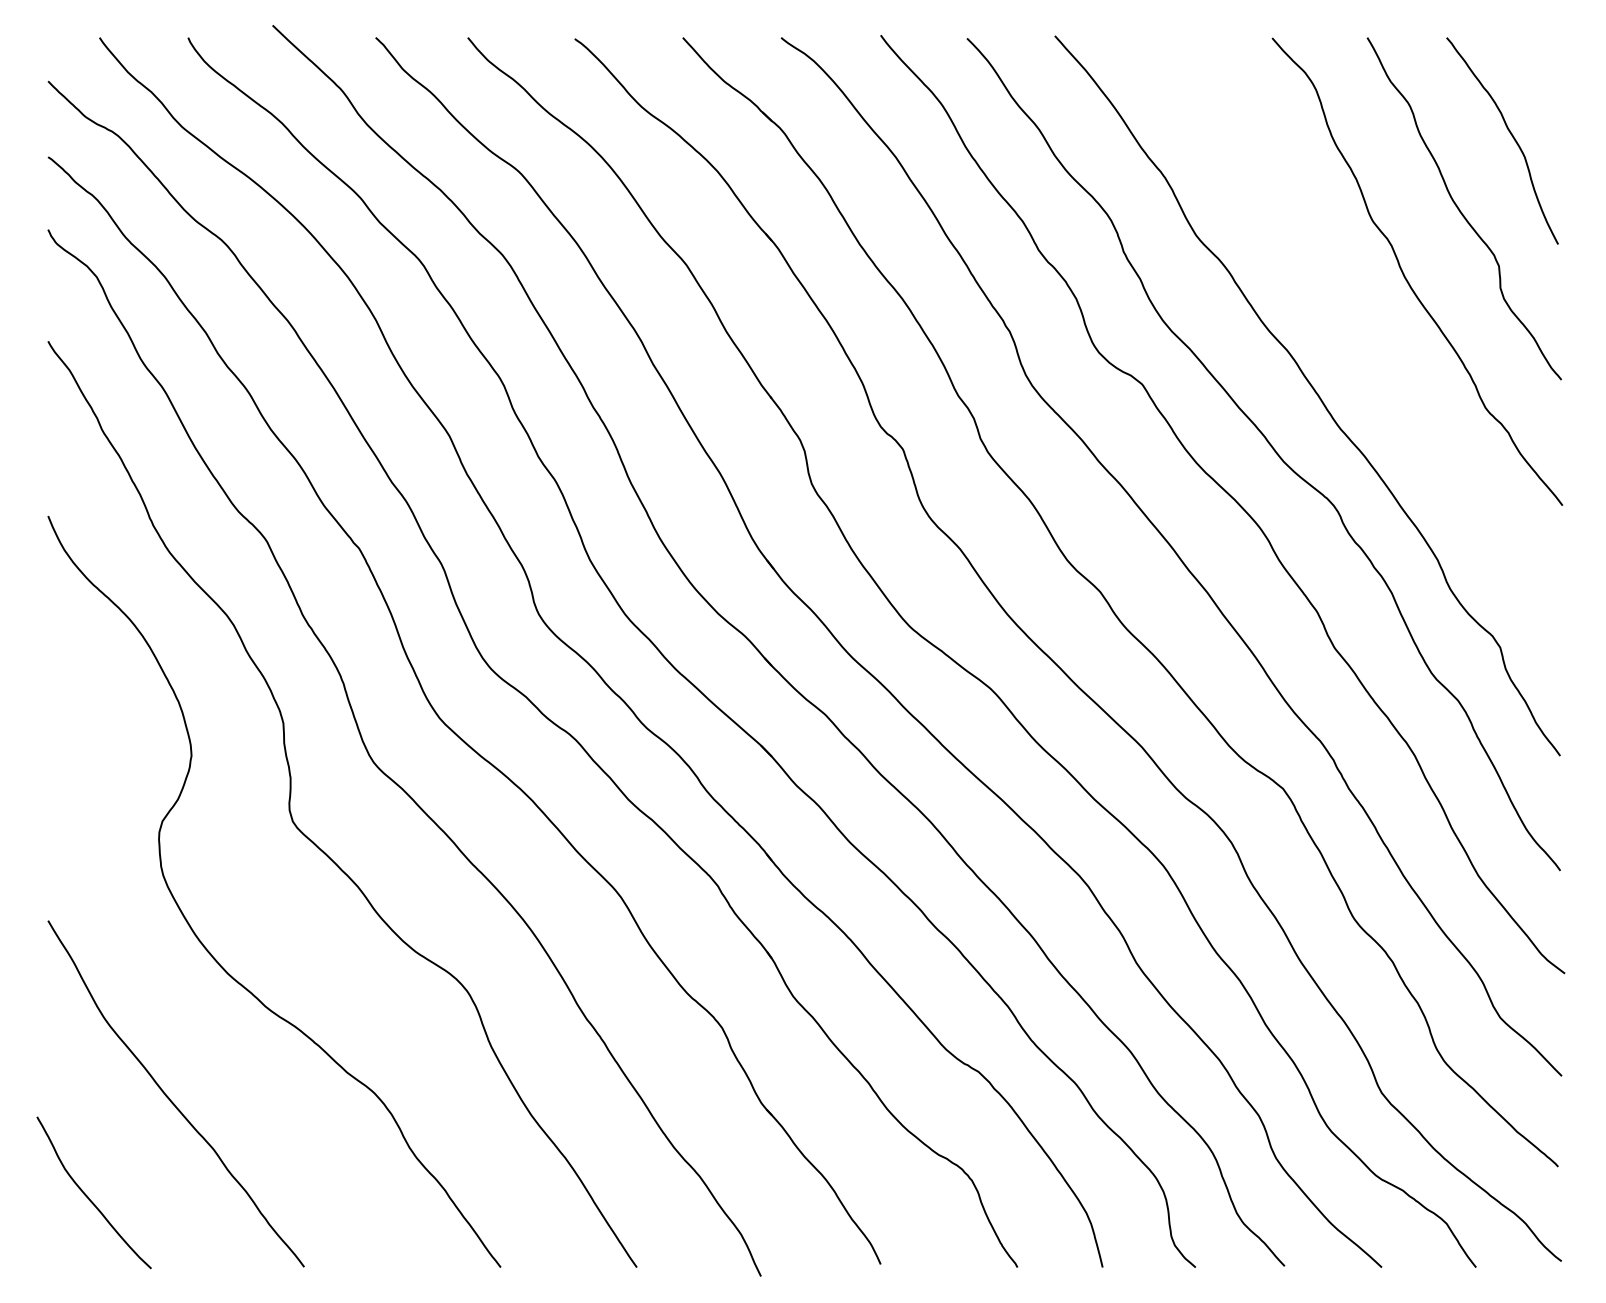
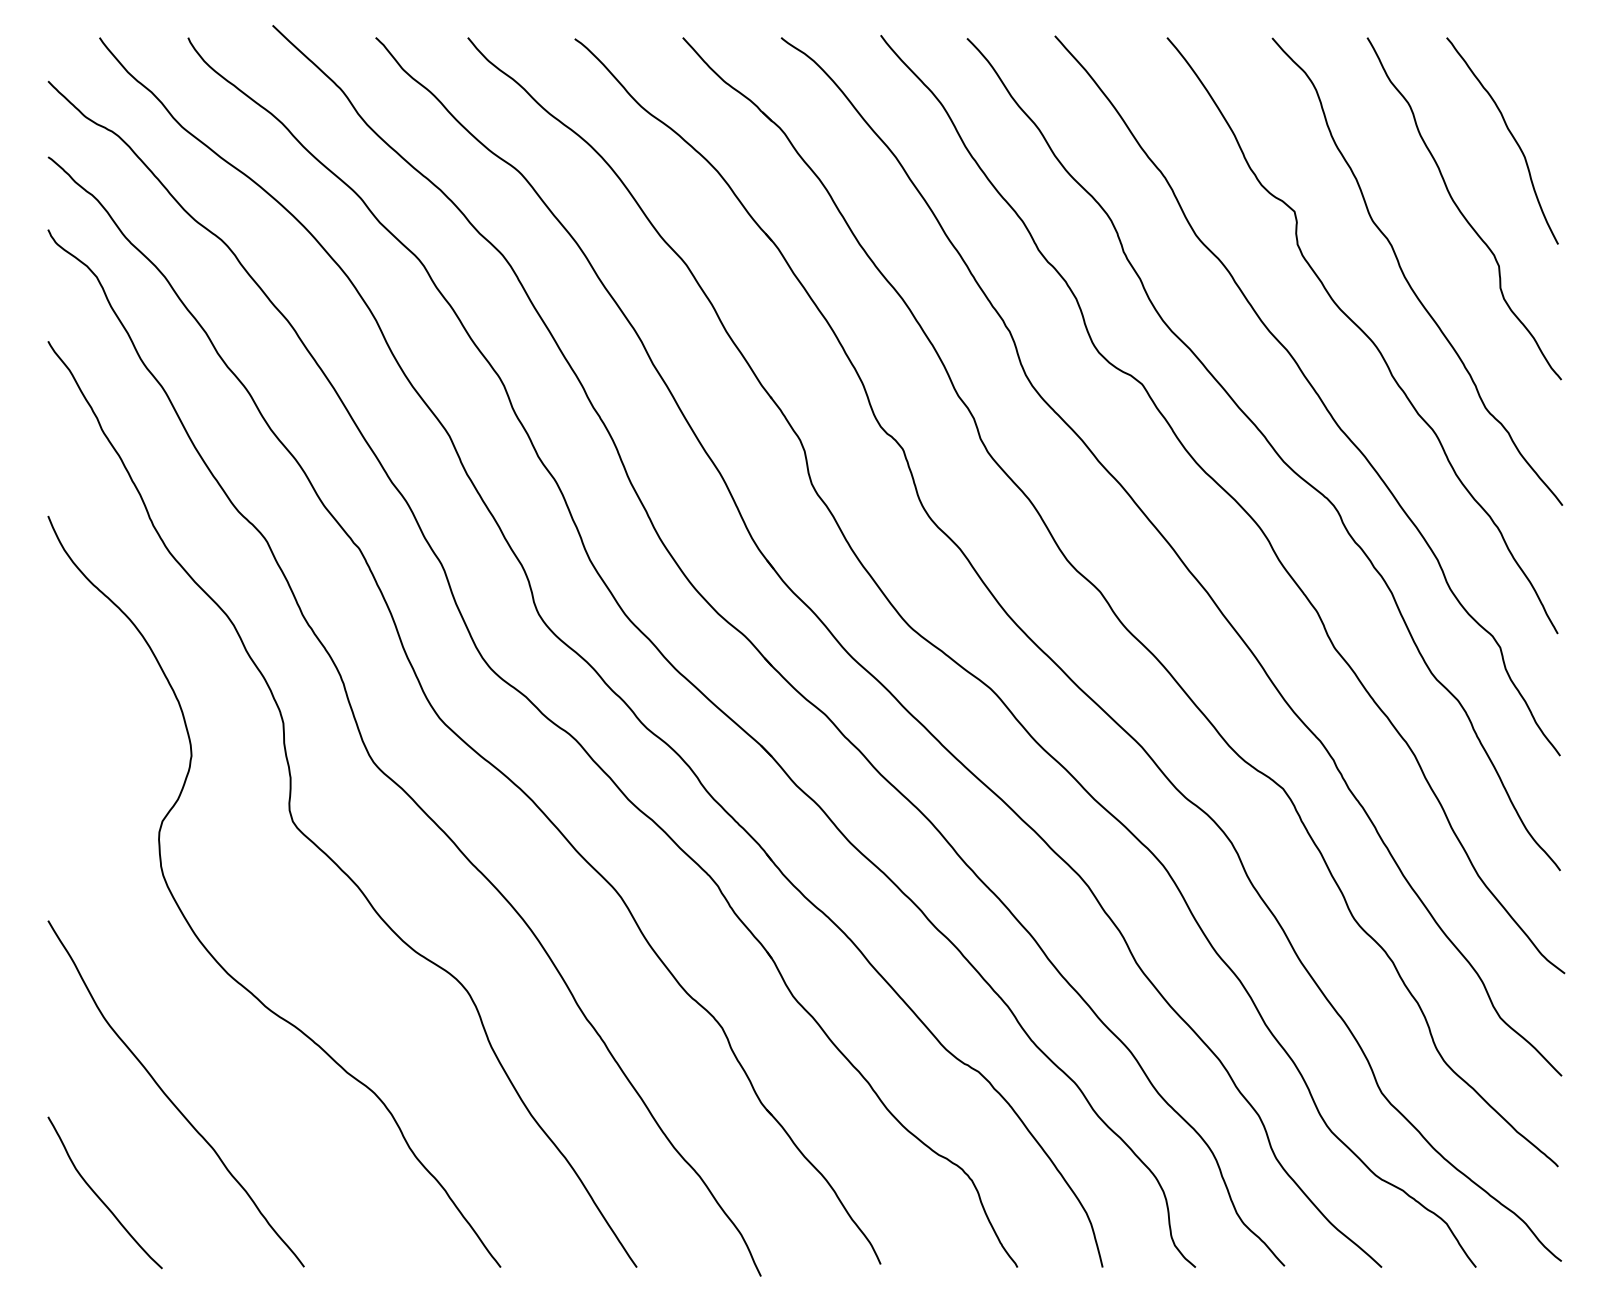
curve at (1363, 333): none -> present
curve at (88, 1196) position: (88, 1196) -> (99, 1196)
